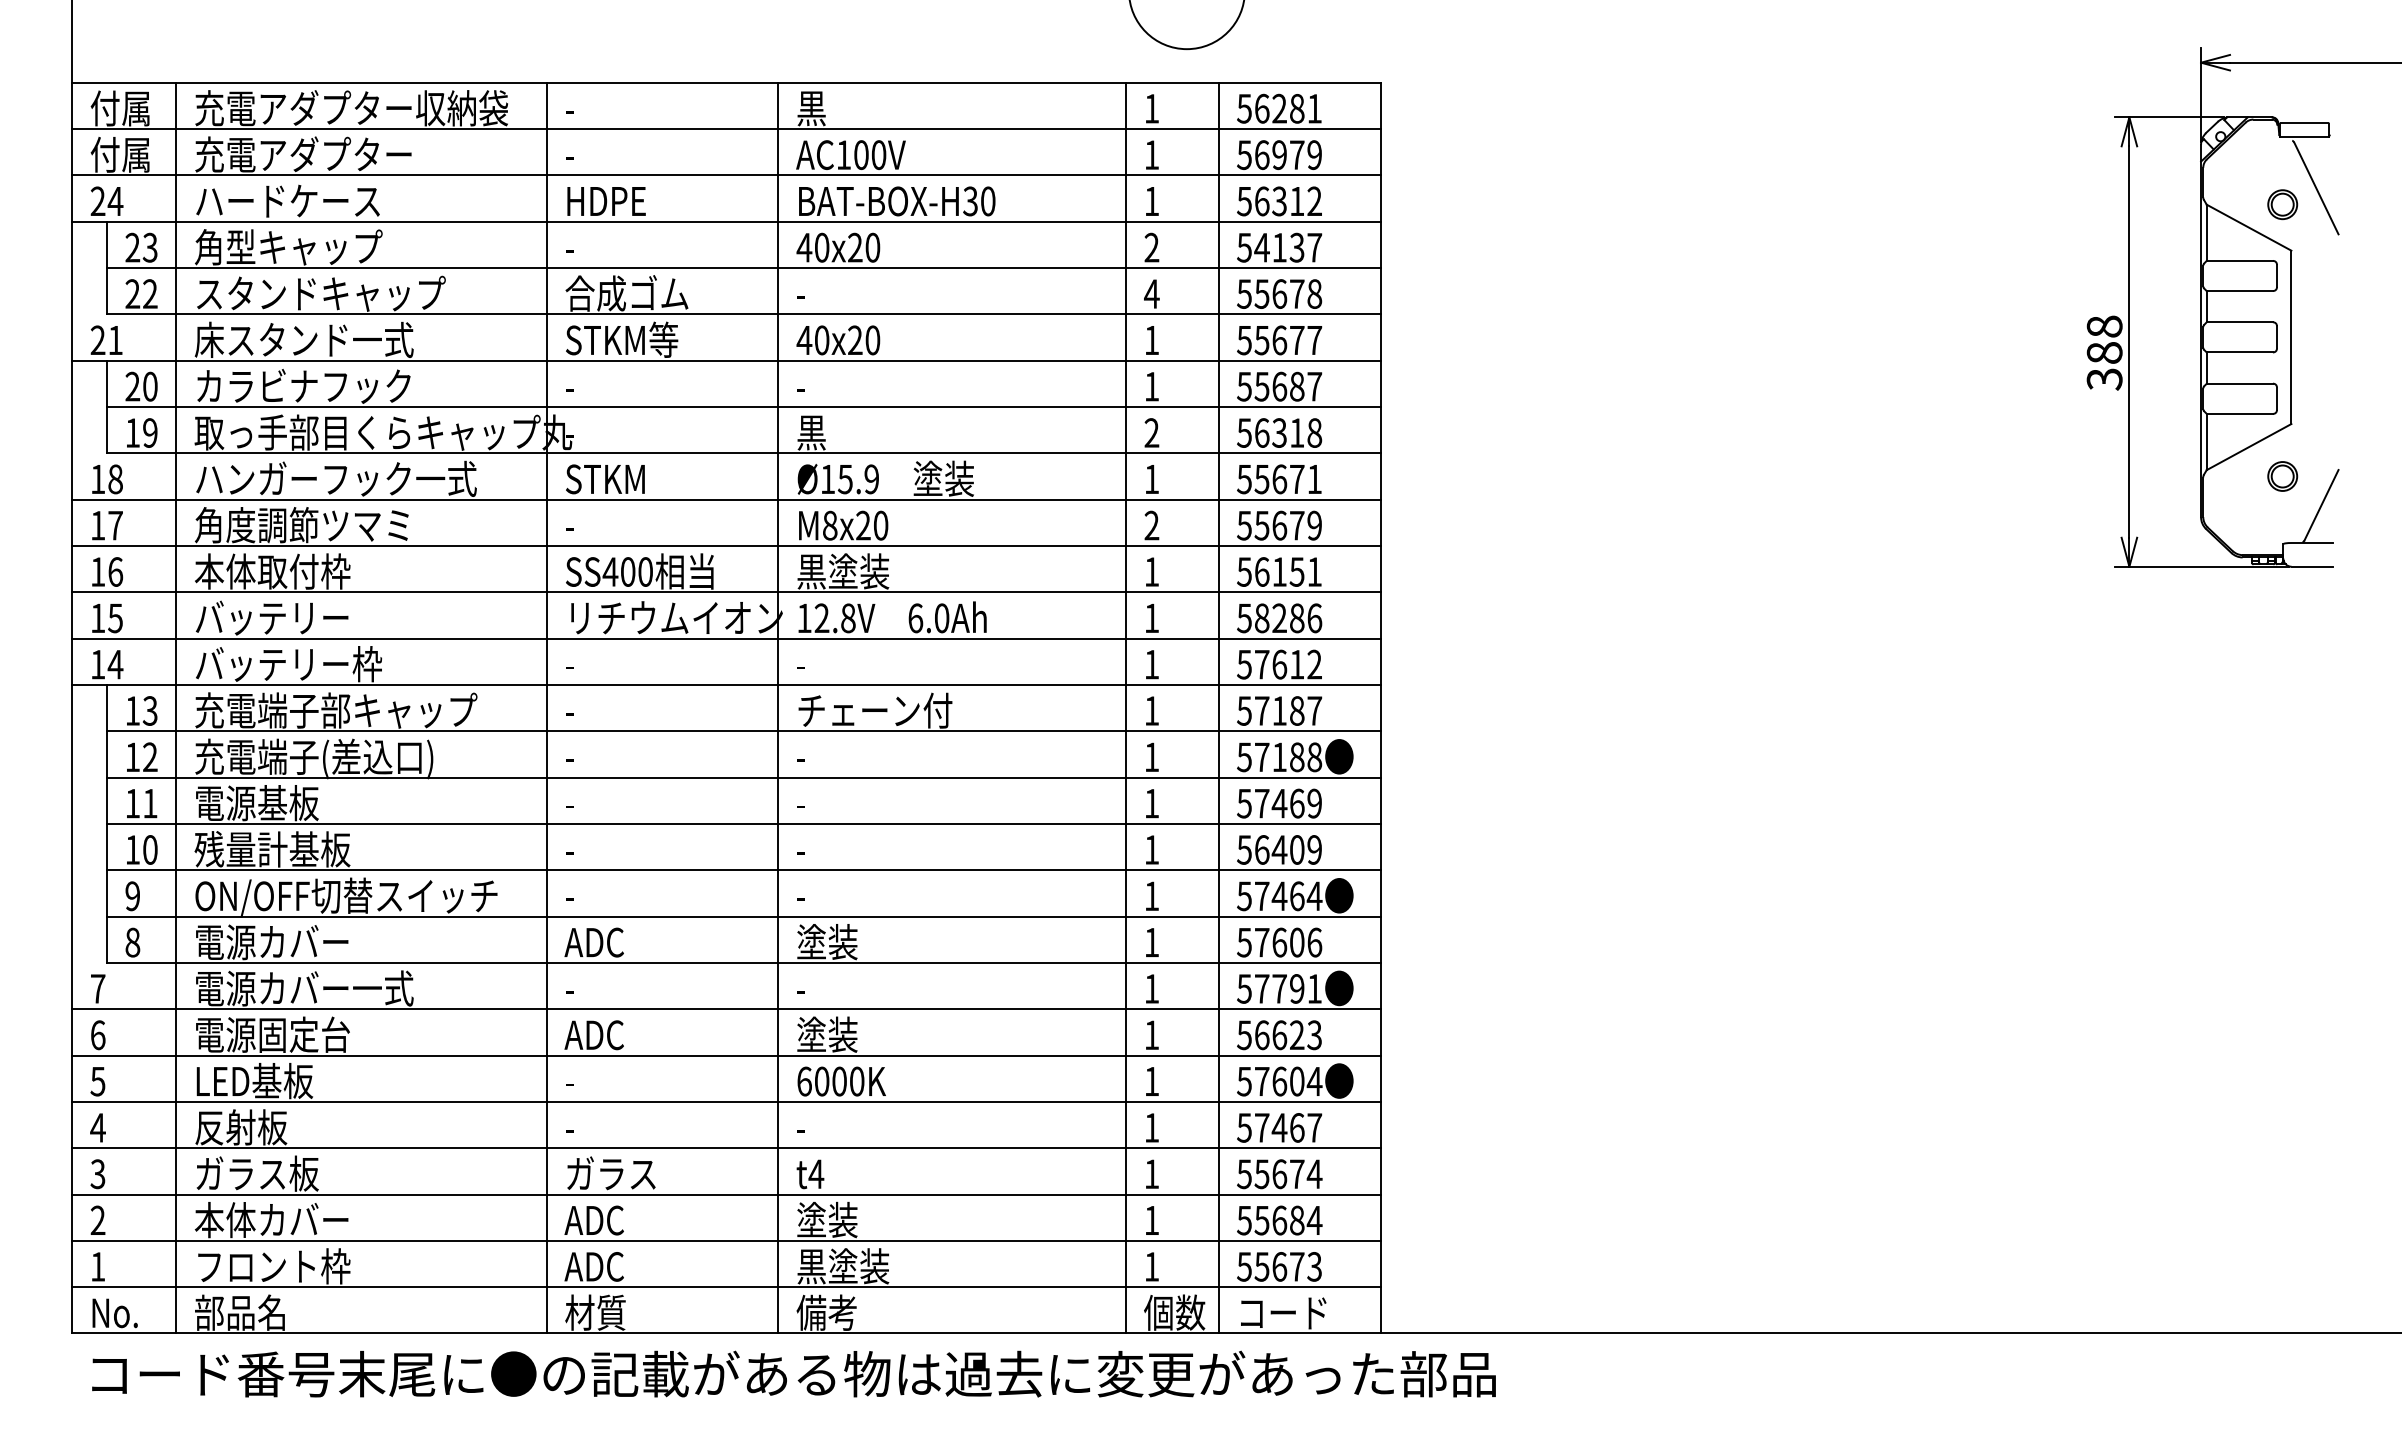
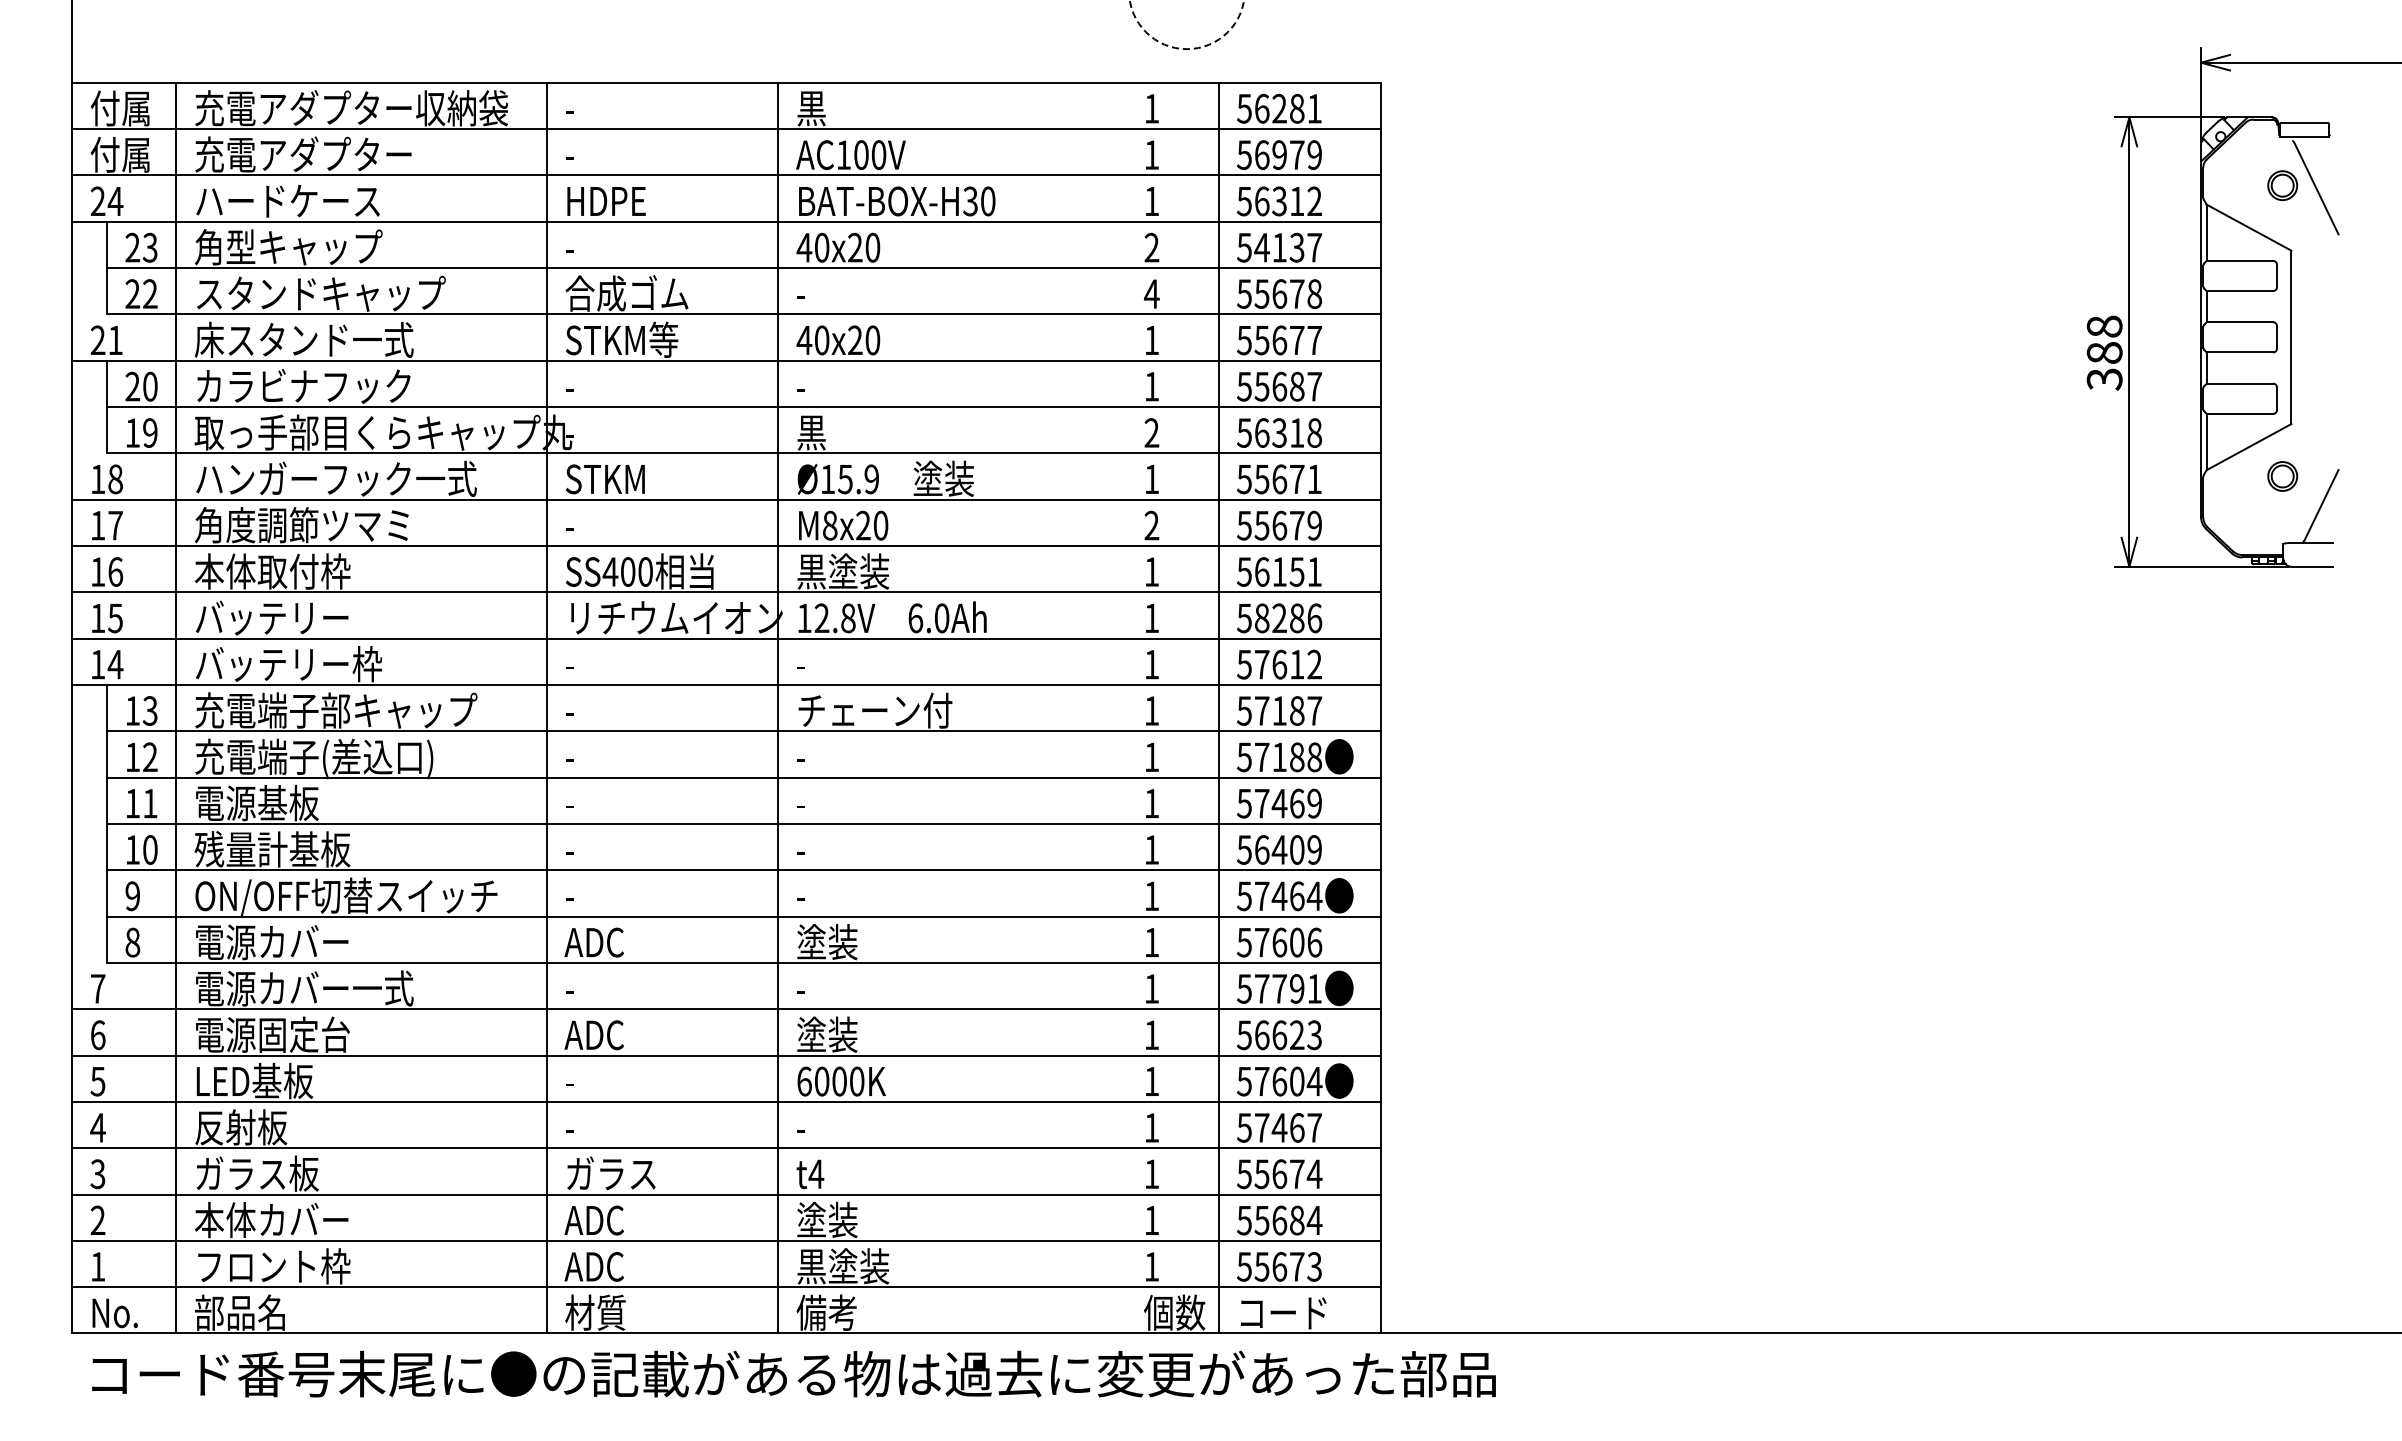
circle at (1186, 24): solid -> dashed
part at (2282, 204) position: (2282, 204) -> (2282, 185)
line at (1125, 707): present -> none
